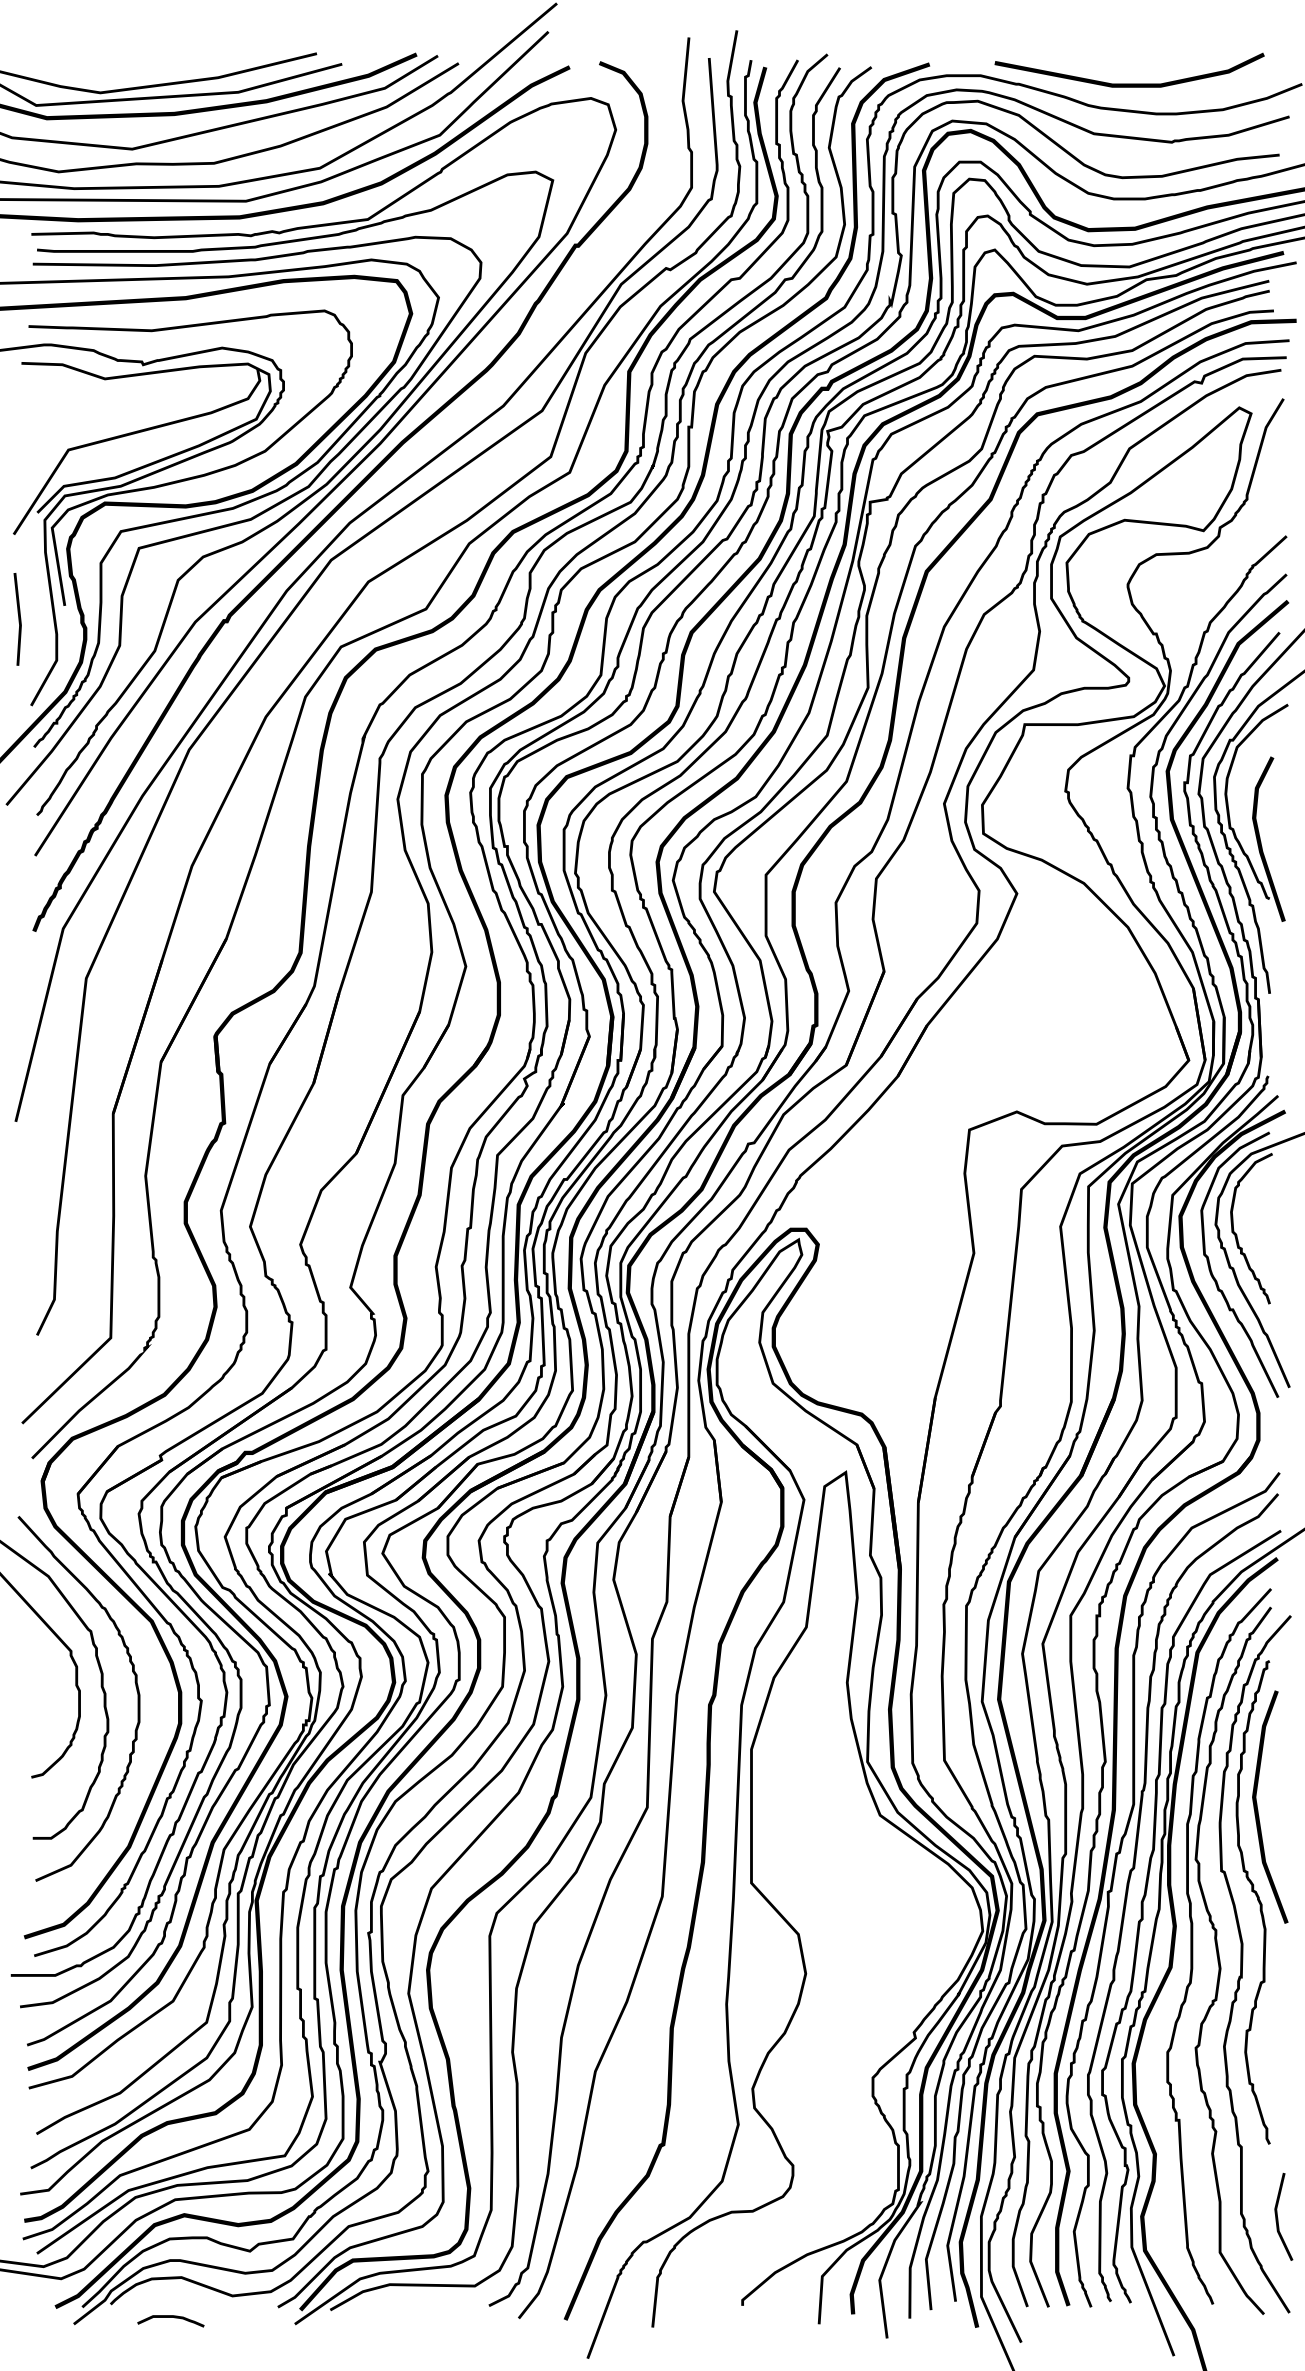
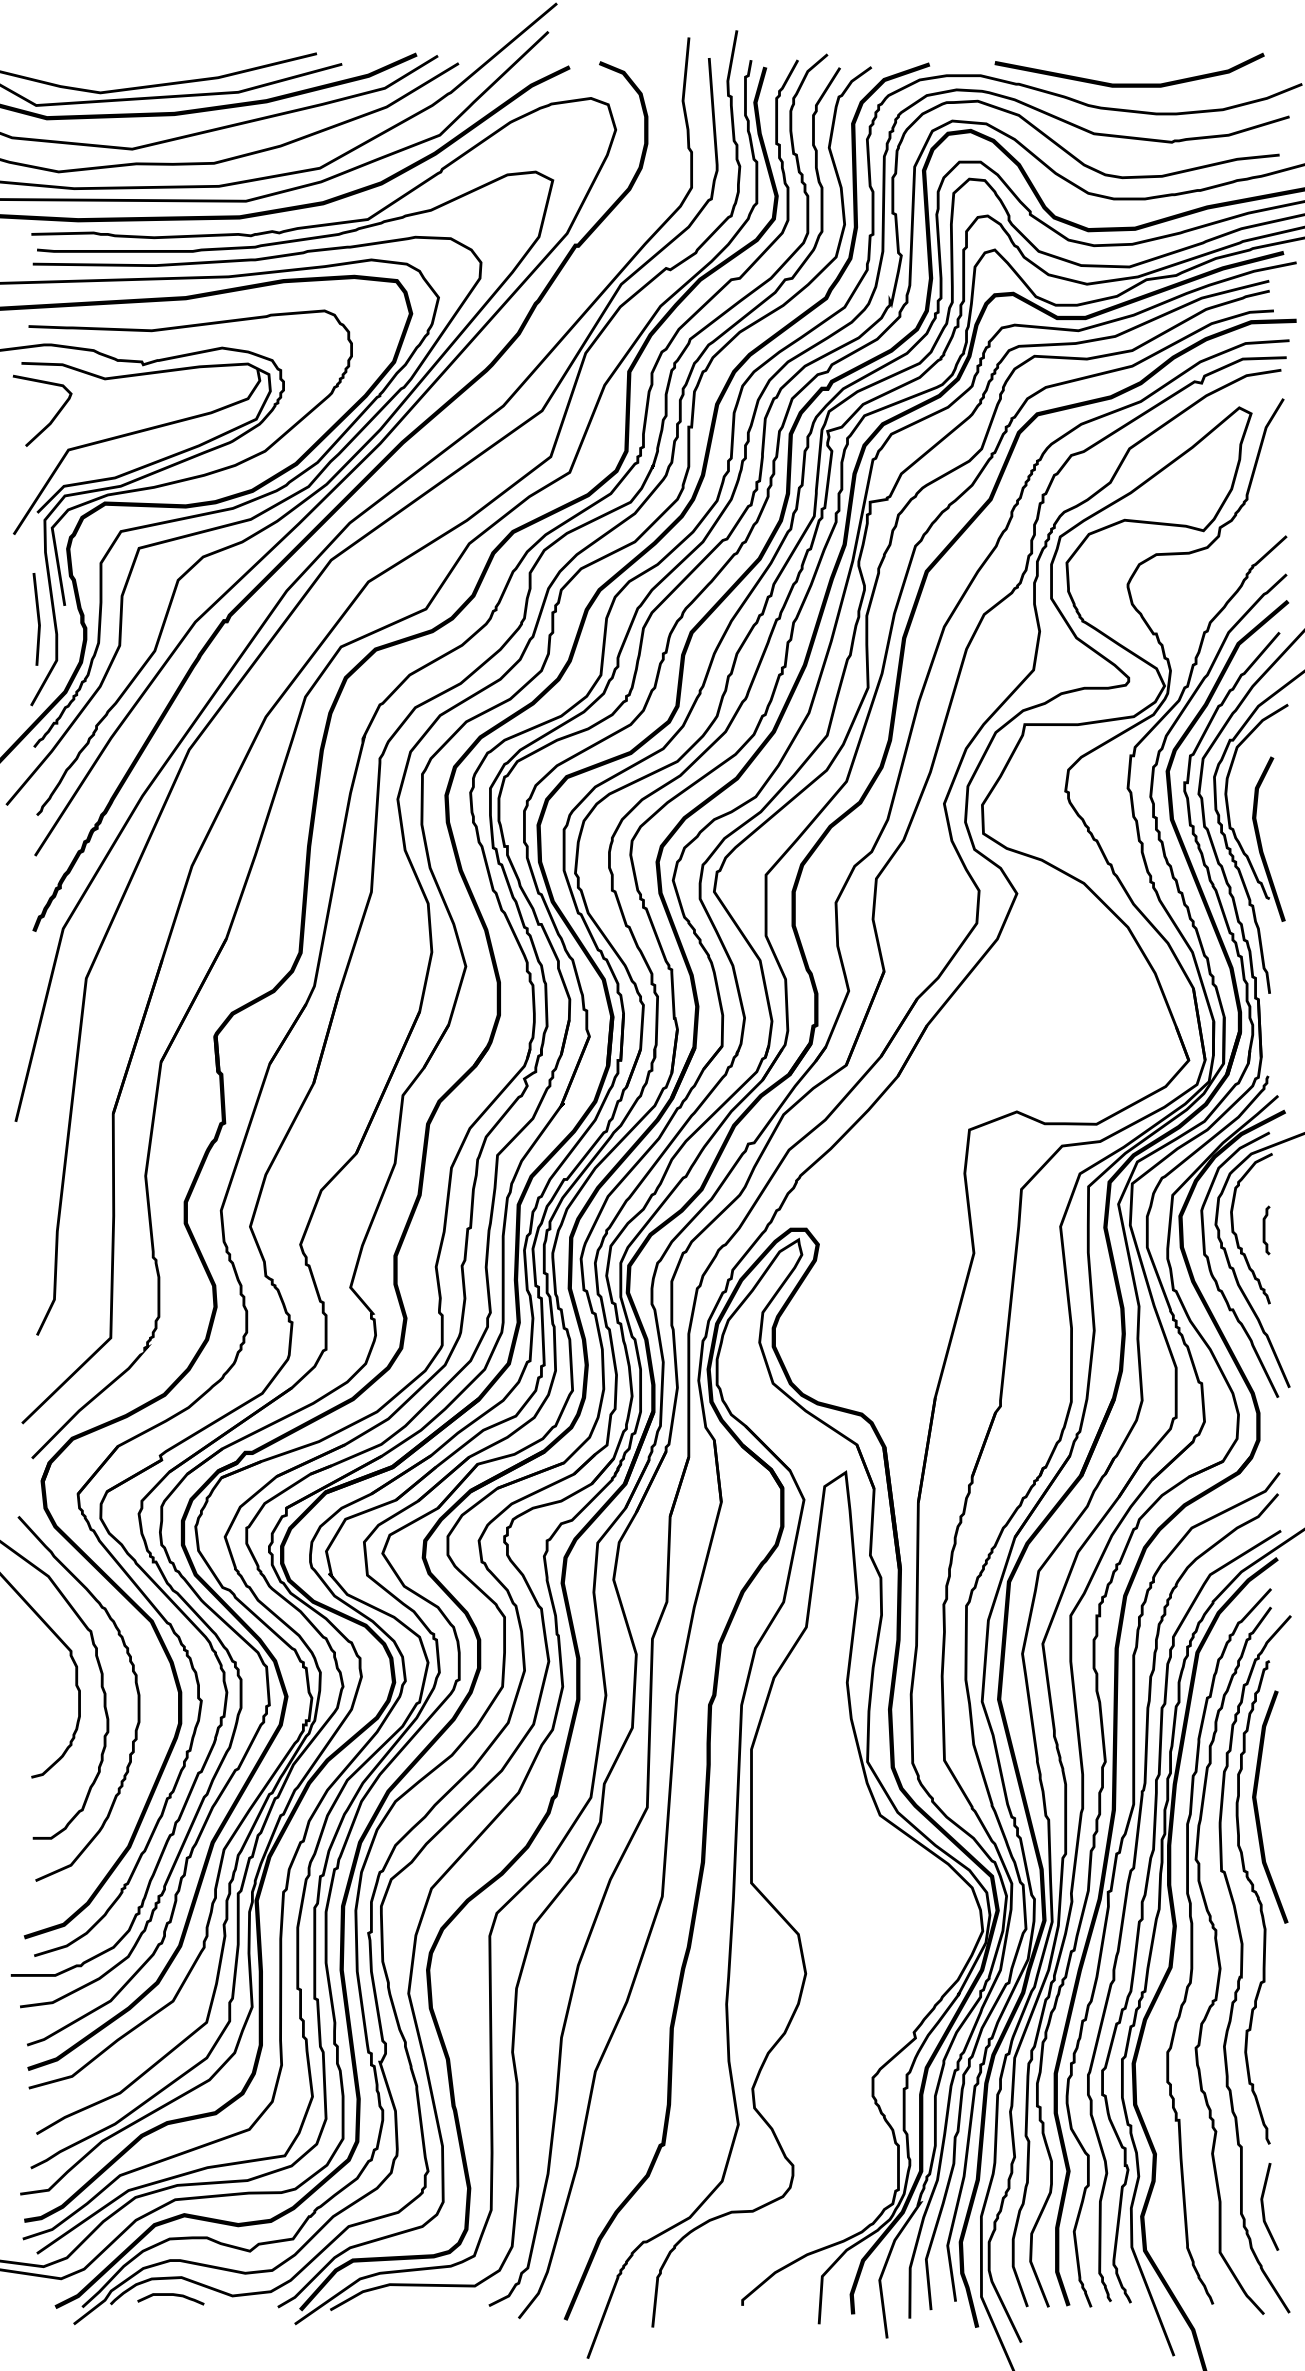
curve at (53, 416): none -> present
line at (18, 619) position: (18, 619) -> (37, 619)
curve at (1265, 1230): none -> present
line at (1278, 2217) position: (1278, 2217) -> (1264, 2207)
curve at (170, 2317) position: (170, 2317) -> (170, 2295)
